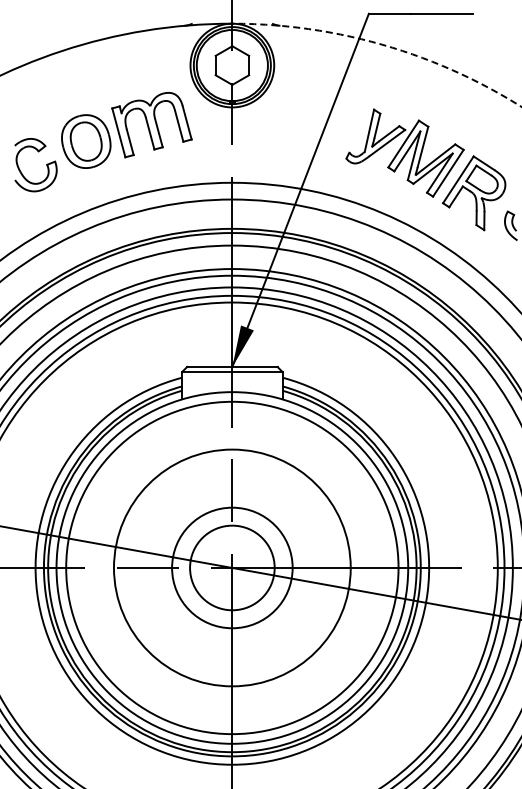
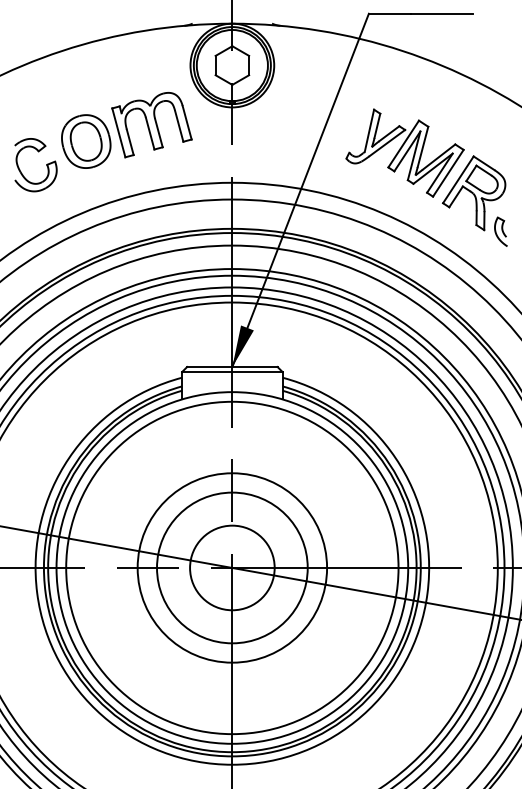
arc at (383, 45): dashed -> solid
part at (510, 225) position: (510, 225) -> (500, 231)
circle at (232, 567) diameter: 121 px -> 151 px
circle at (232, 567) diameter: 237 px -> 189 px
